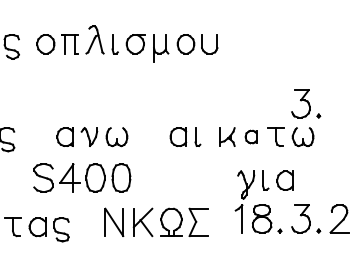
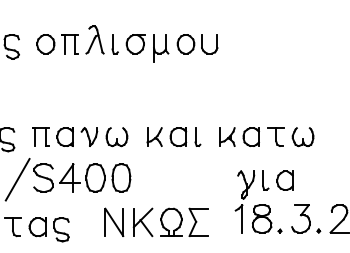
part at (306, 103): present -> none
part at (40, 136): none -> present
part at (154, 136): none -> present
part at (250, 136) size: 14x16 px -> 18x20 px
line at (17, 179): none -> present
